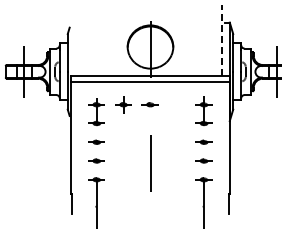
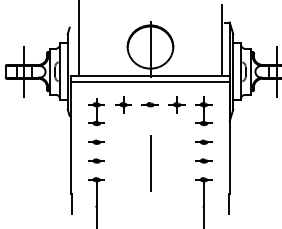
line at (79, 38): none -> present
line at (221, 39): dashed -> solid
part at (176, 104): none -> present
